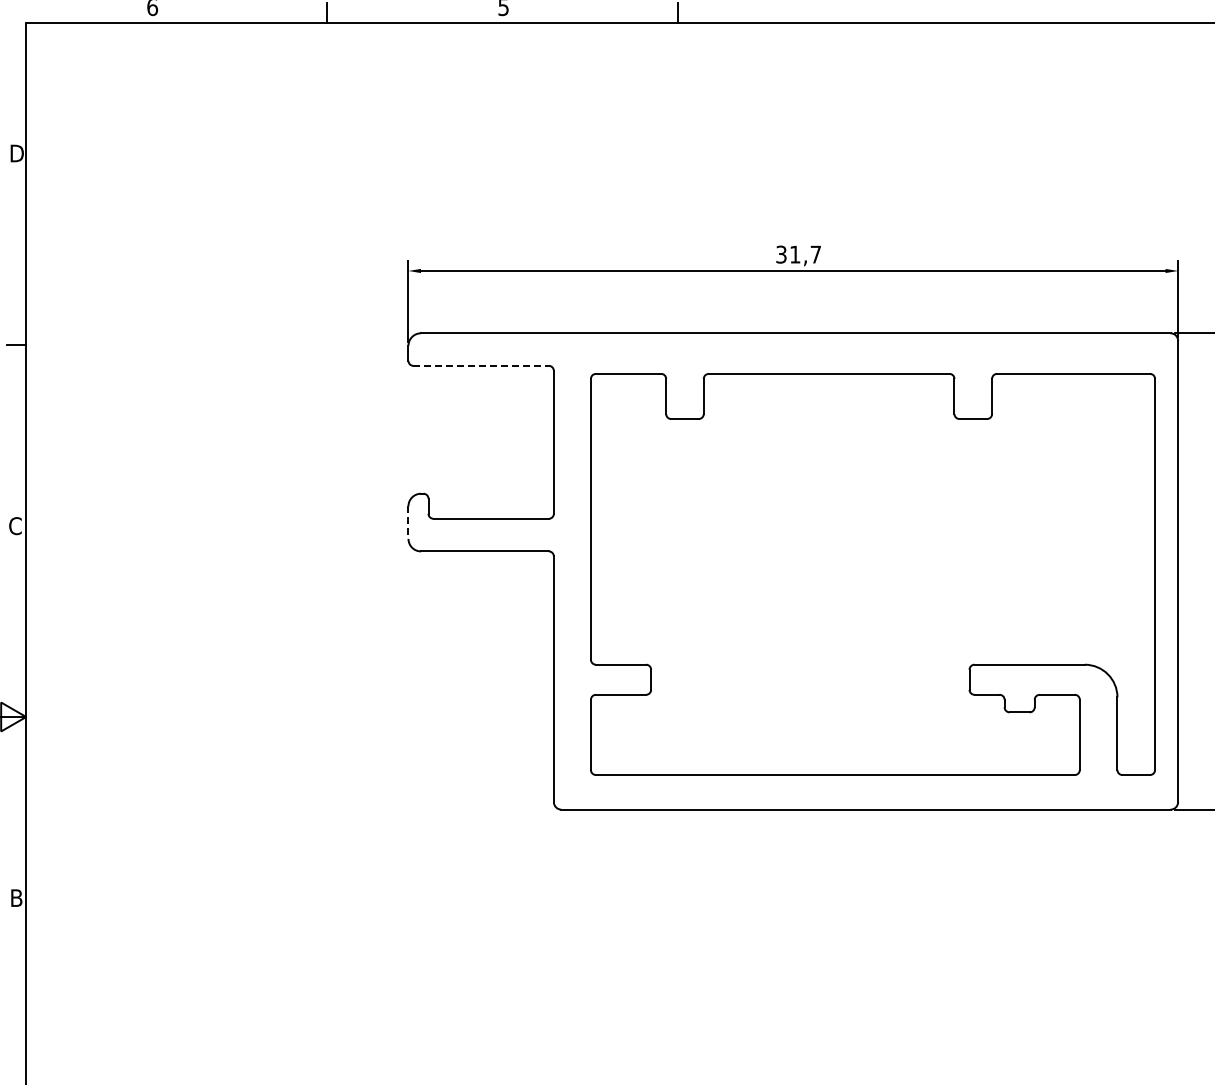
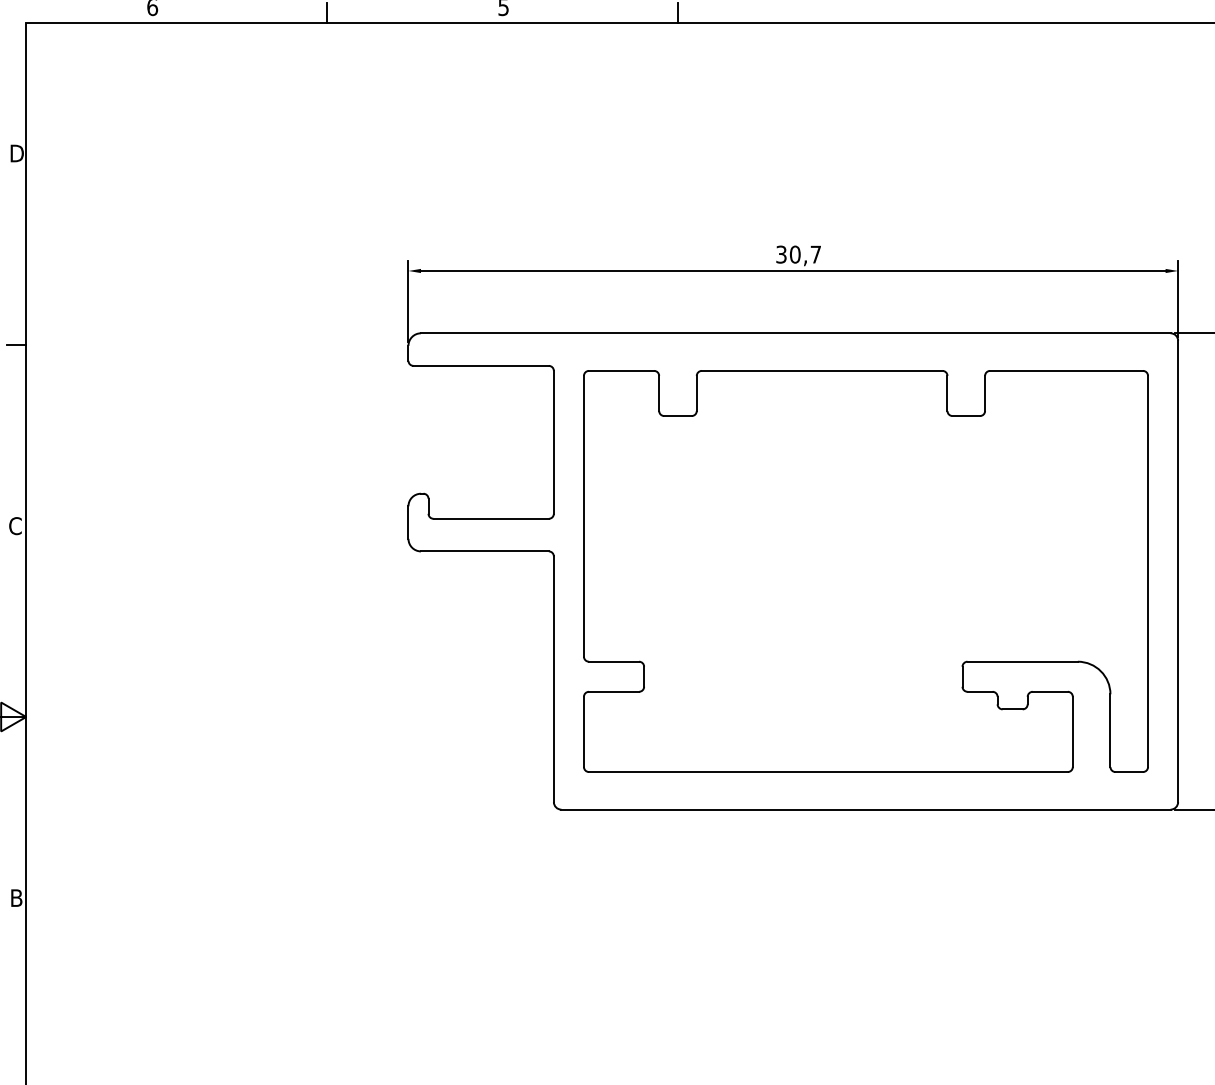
text at (794, 254): 31,7 -> 30,7
line at (481, 365): dashed -> solid
line at (408, 523): dashed -> solid
part at (872, 574) position: (872, 574) -> (865, 571)
